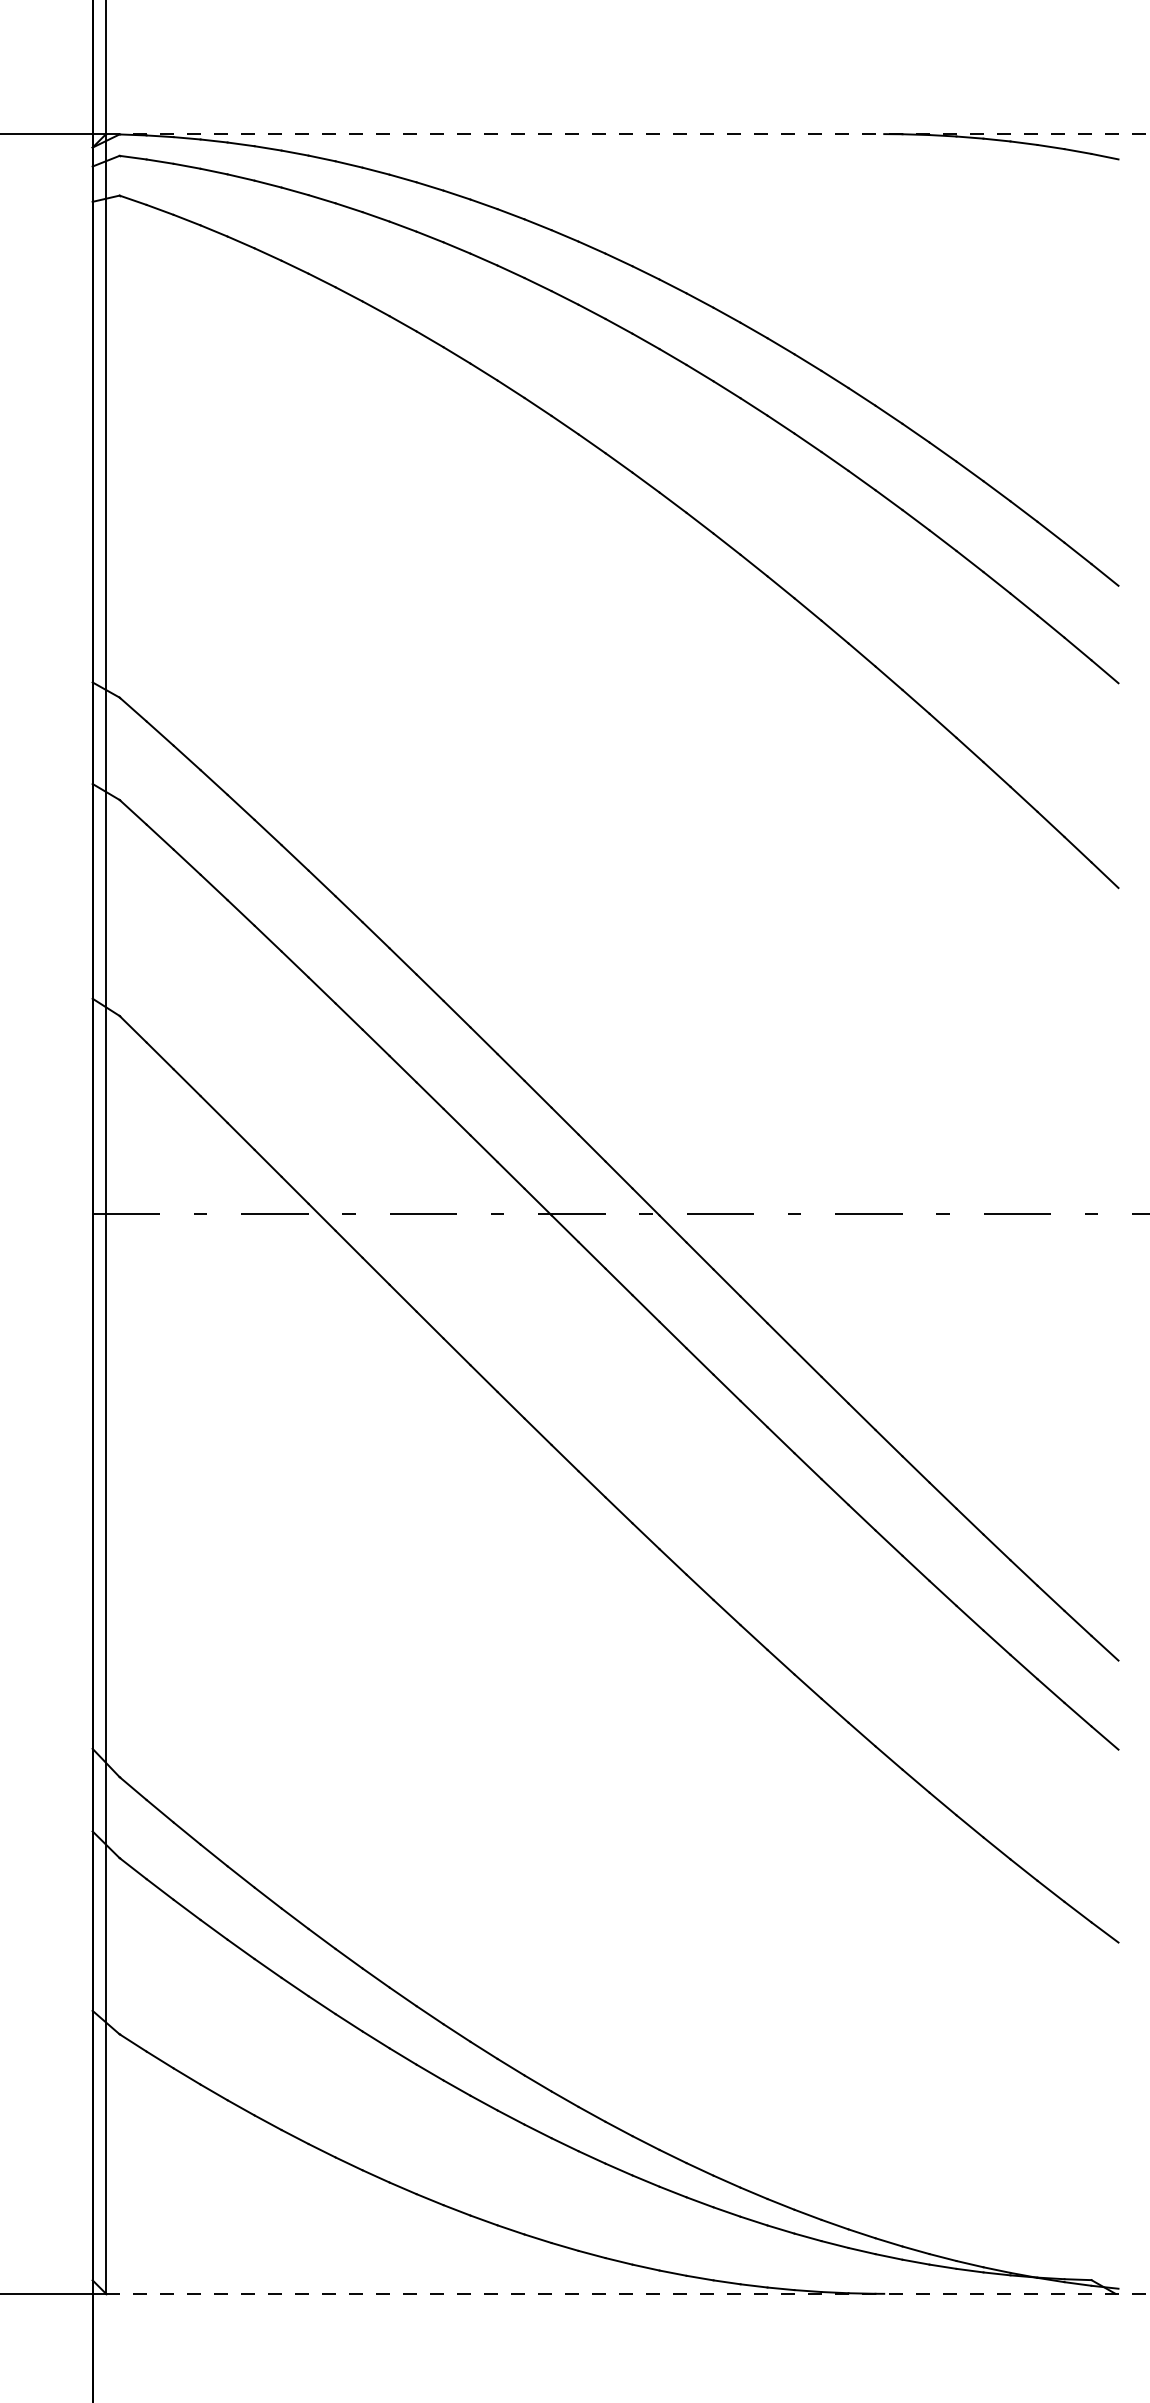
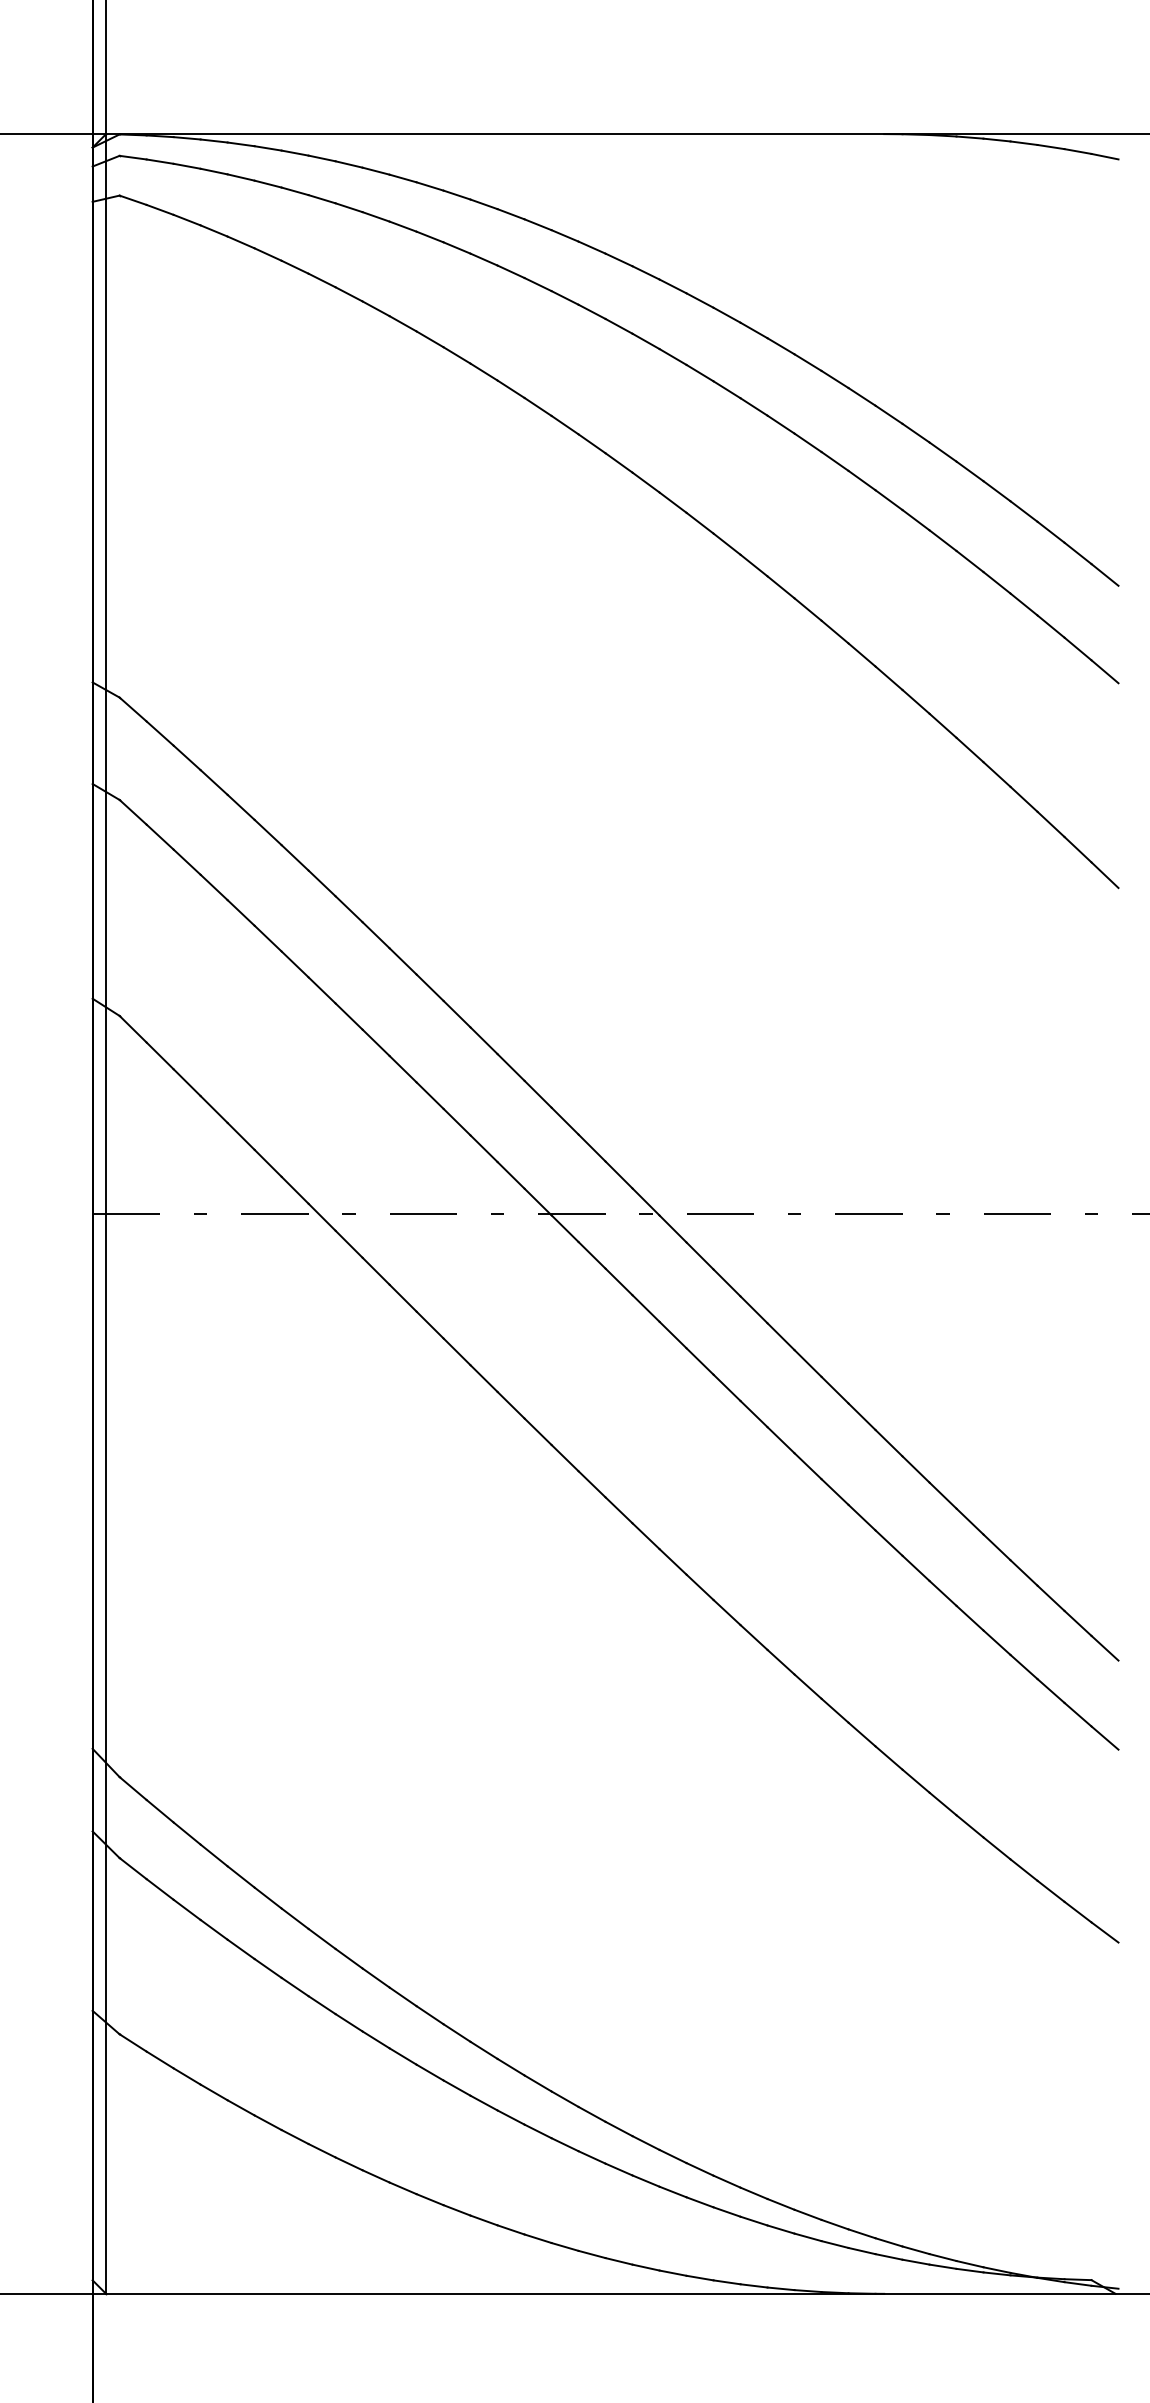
line at (628, 134): dashed -> solid
line at (628, 2293): dashed -> solid
